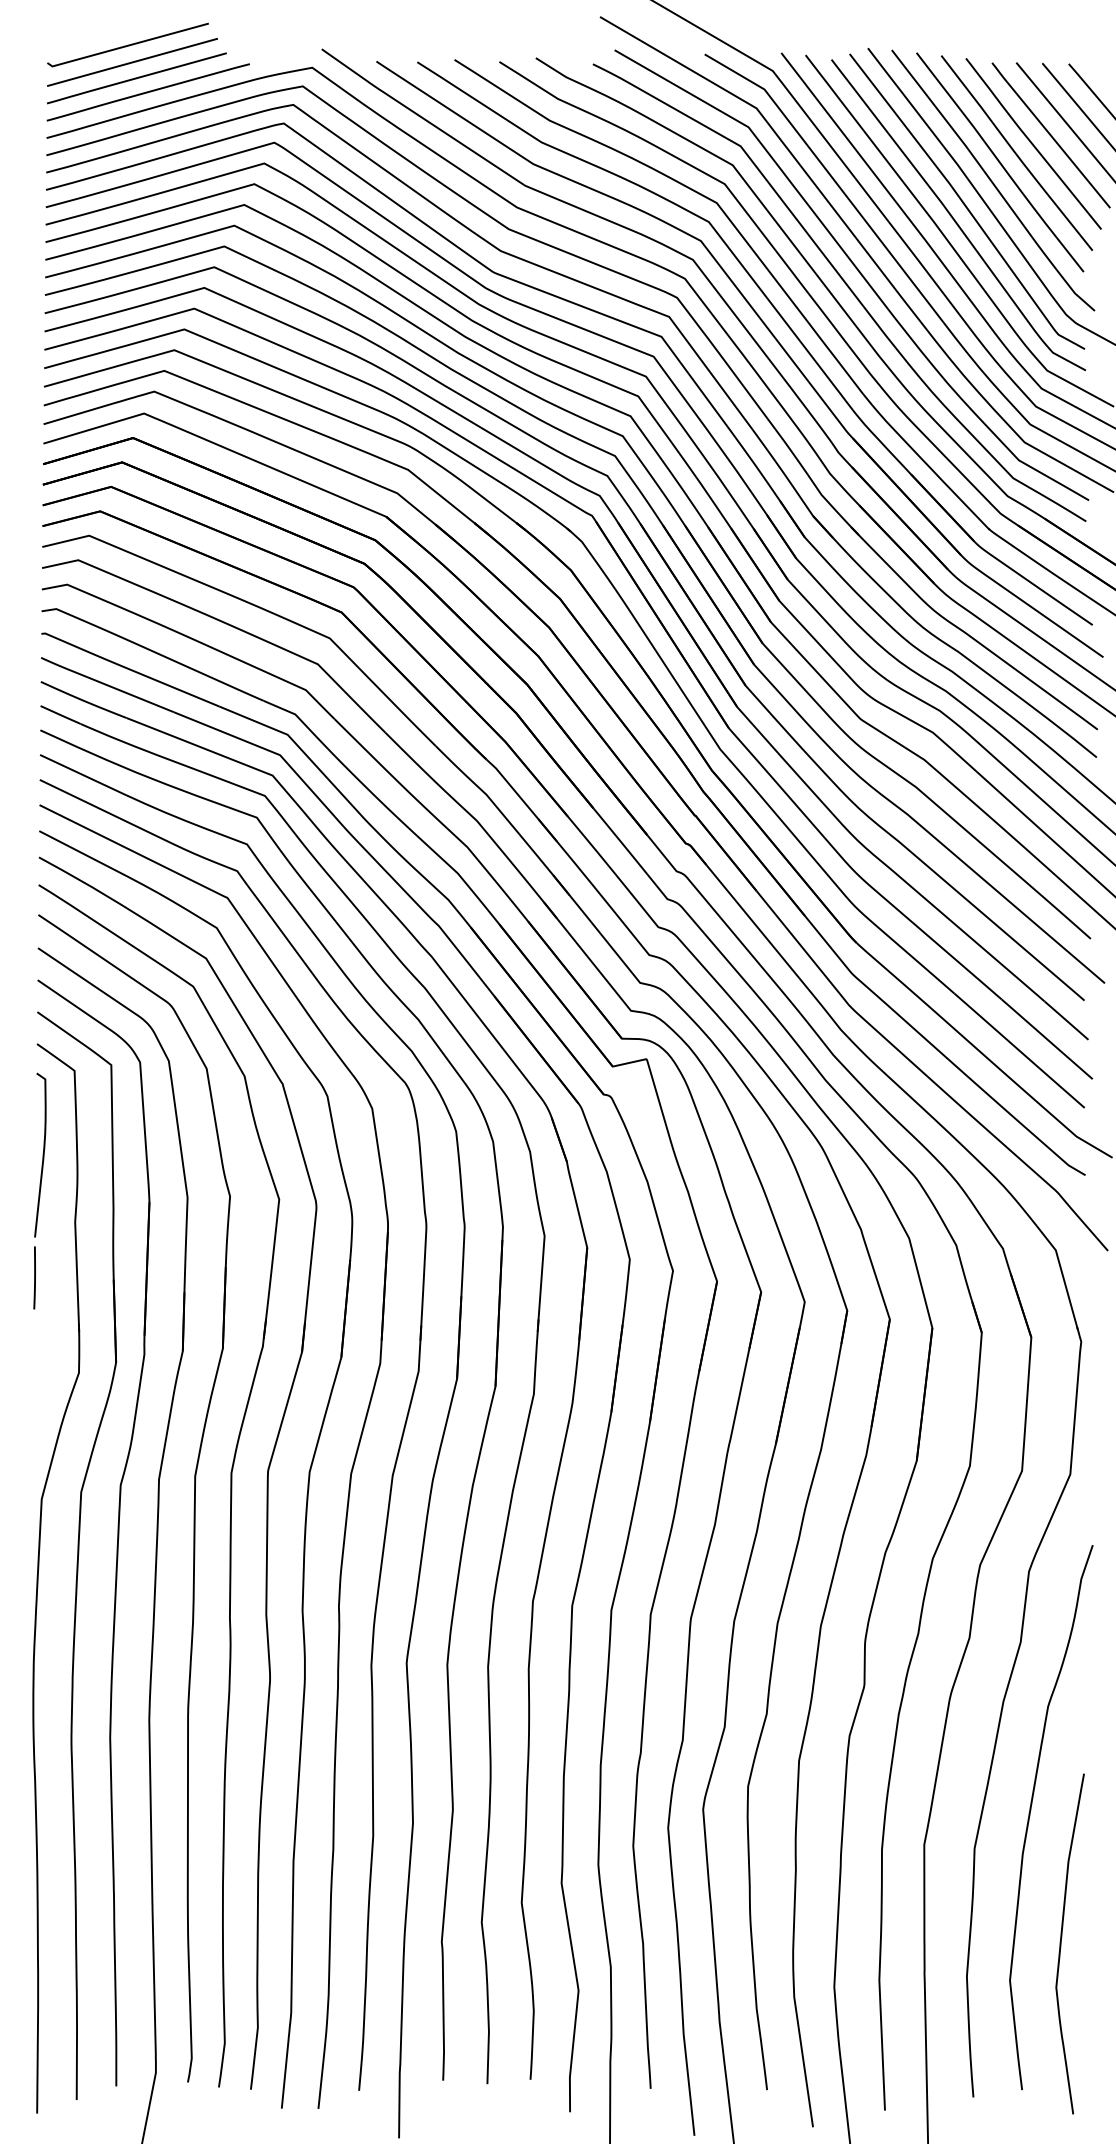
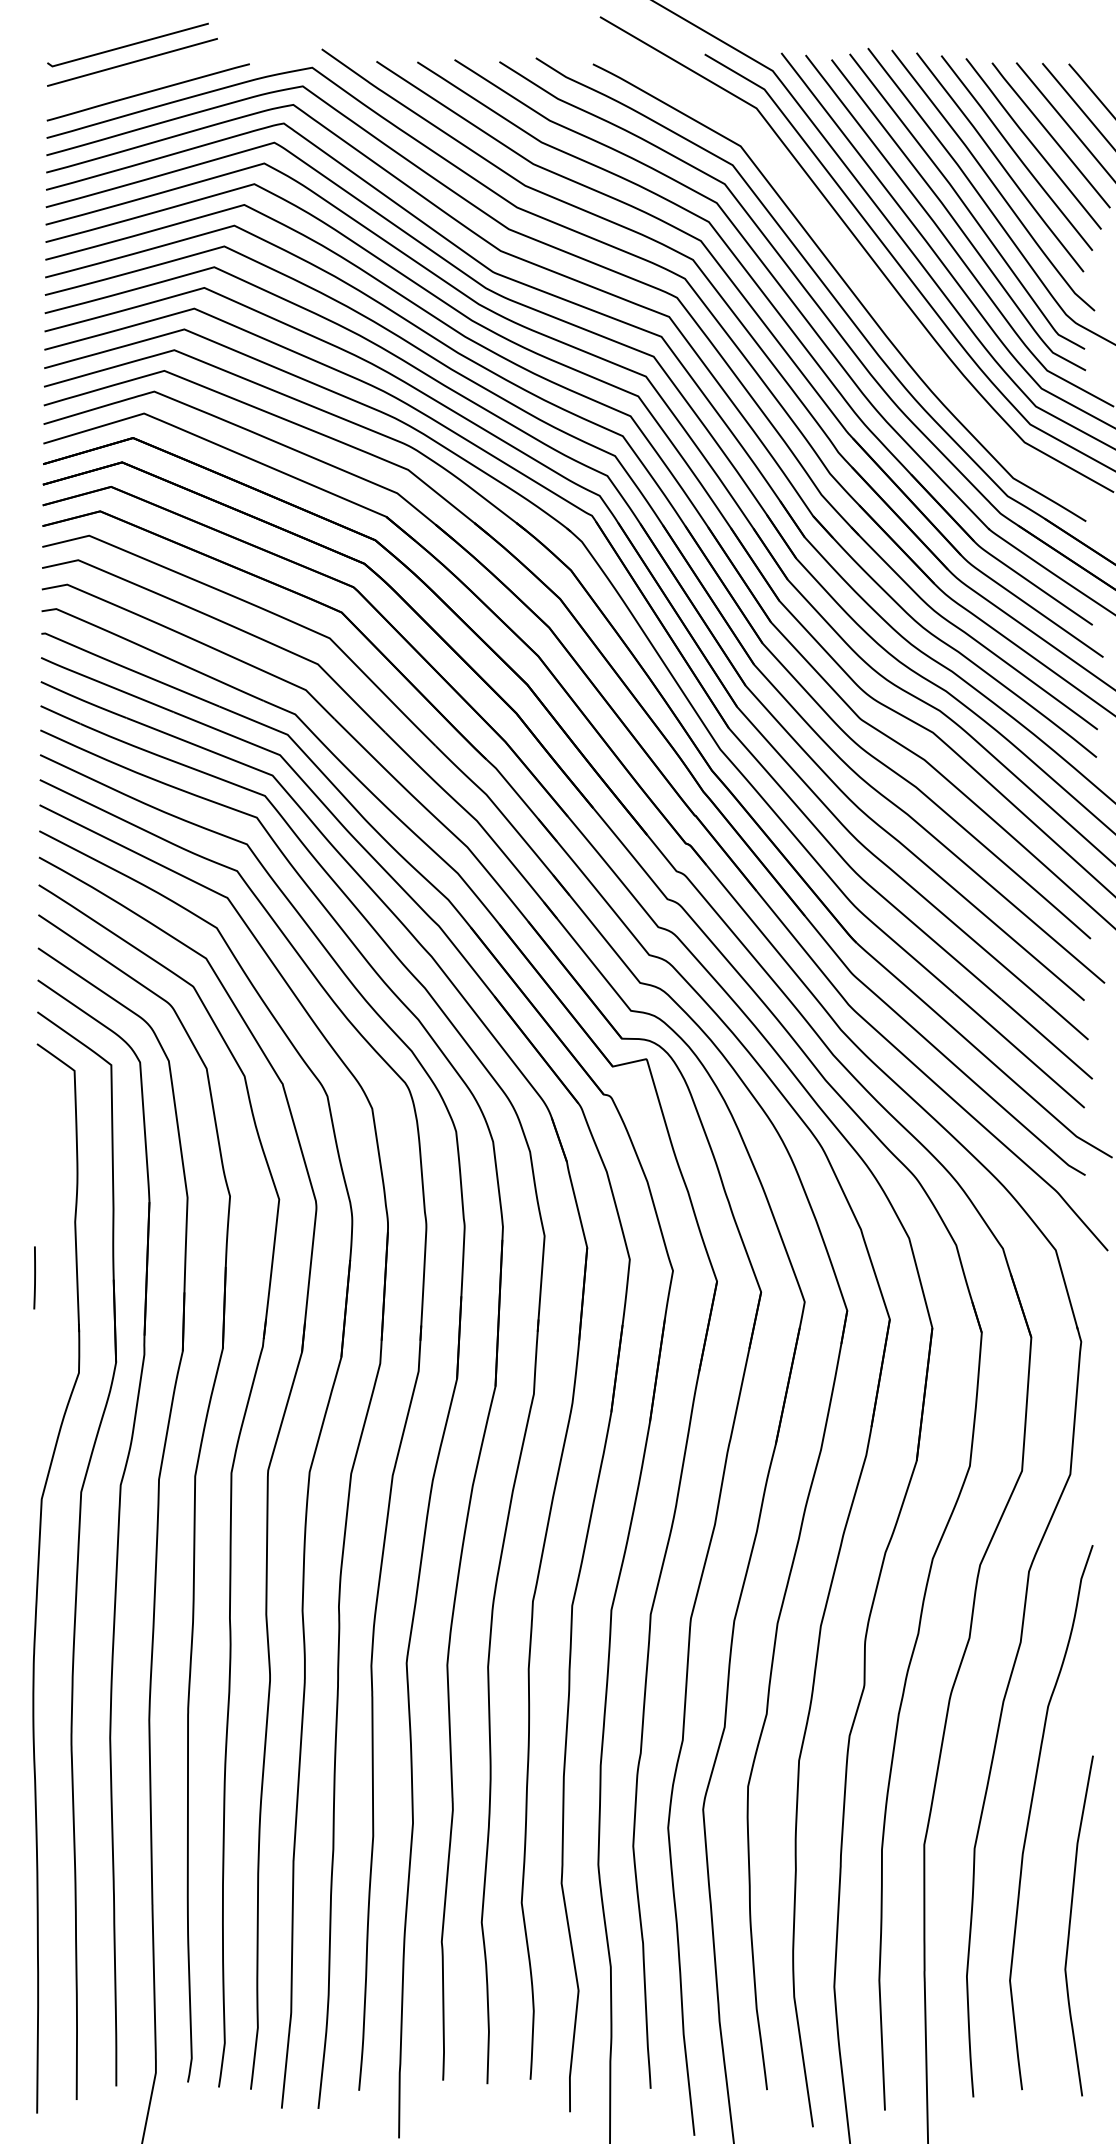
line at (136, 78): present -> none
curve at (856, 269): present -> none
curve at (42, 1154): present -> none
curve at (1061, 1943) position: (1061, 1943) -> (1070, 1925)
